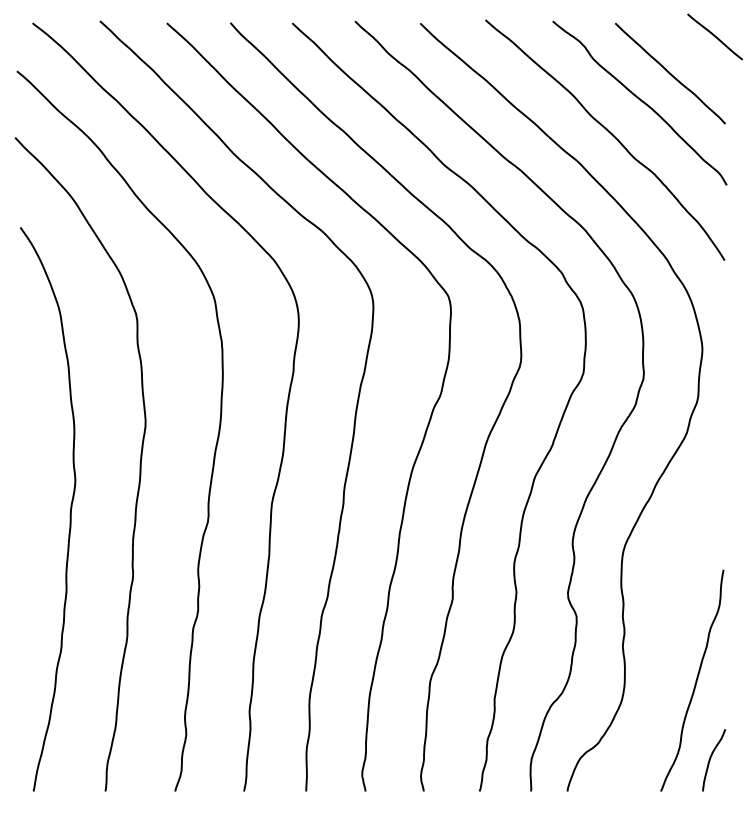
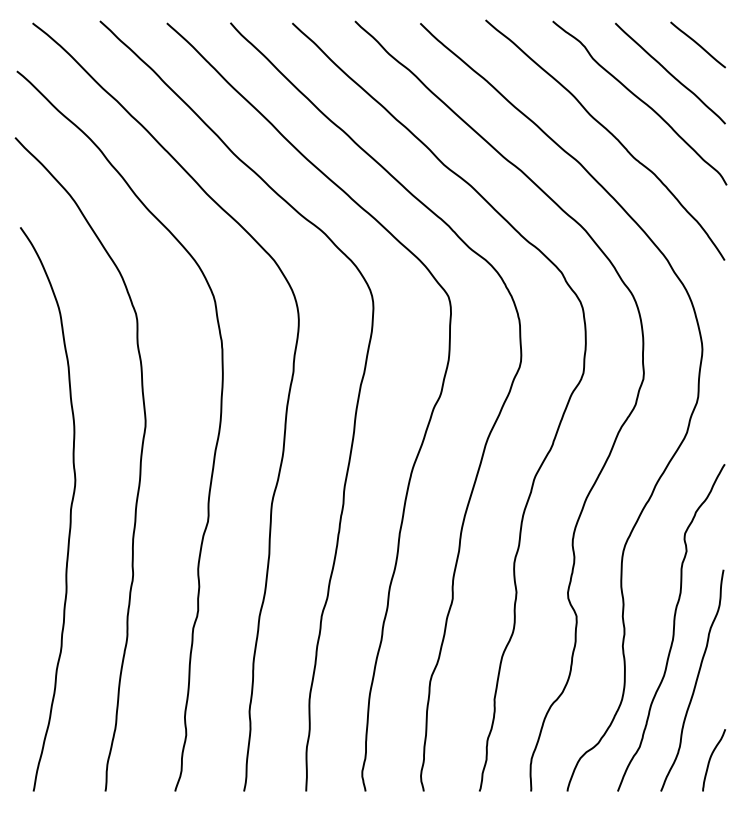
line at (714, 36) position: (714, 36) -> (697, 44)
curve at (673, 627): none -> present
